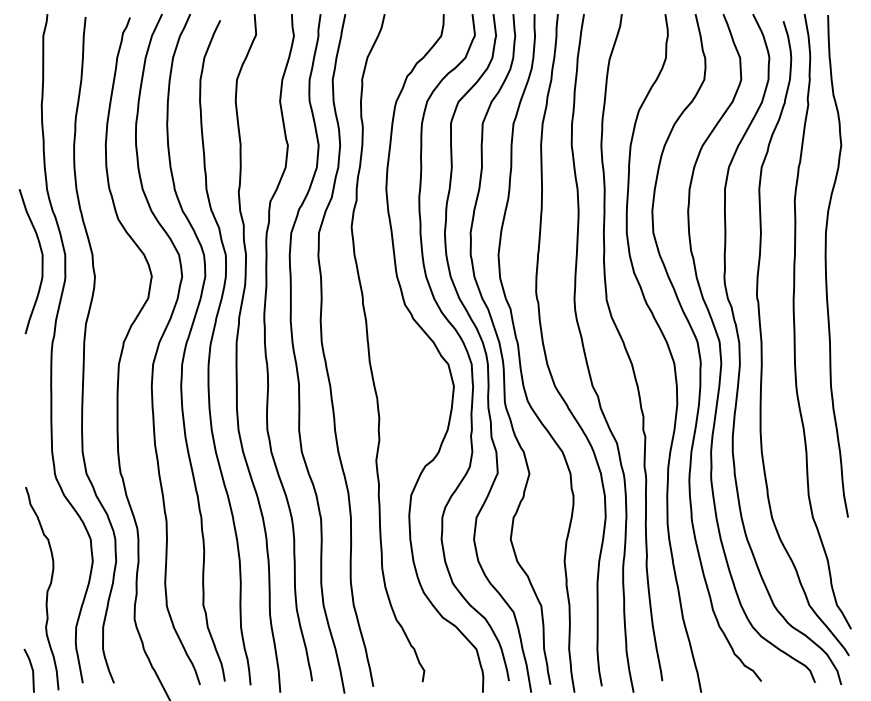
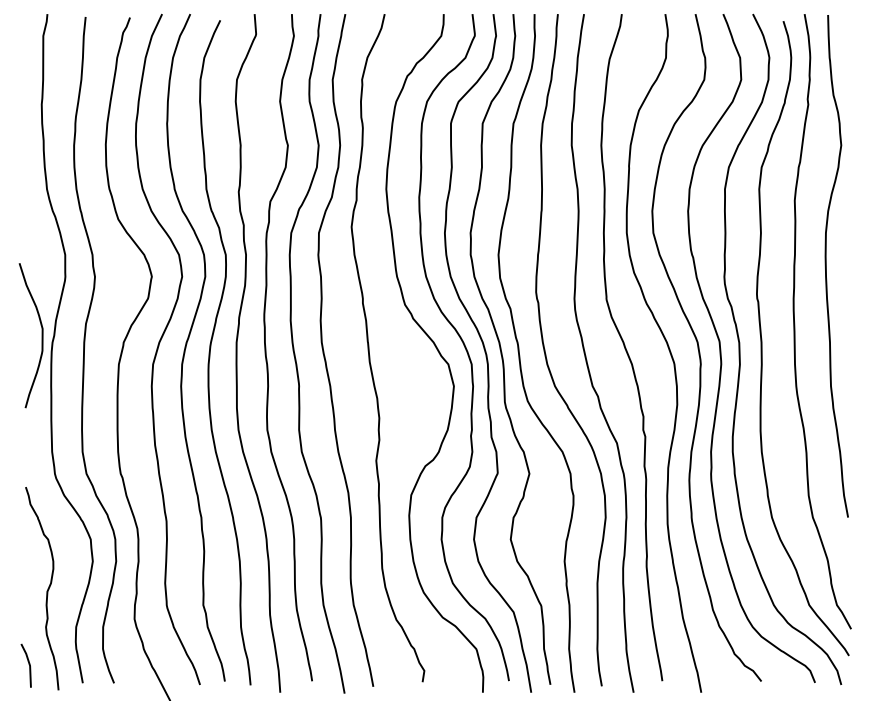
curve at (41, 261) position: (41, 261) -> (41, 335)
line at (31, 669) position: (31, 669) -> (28, 664)
